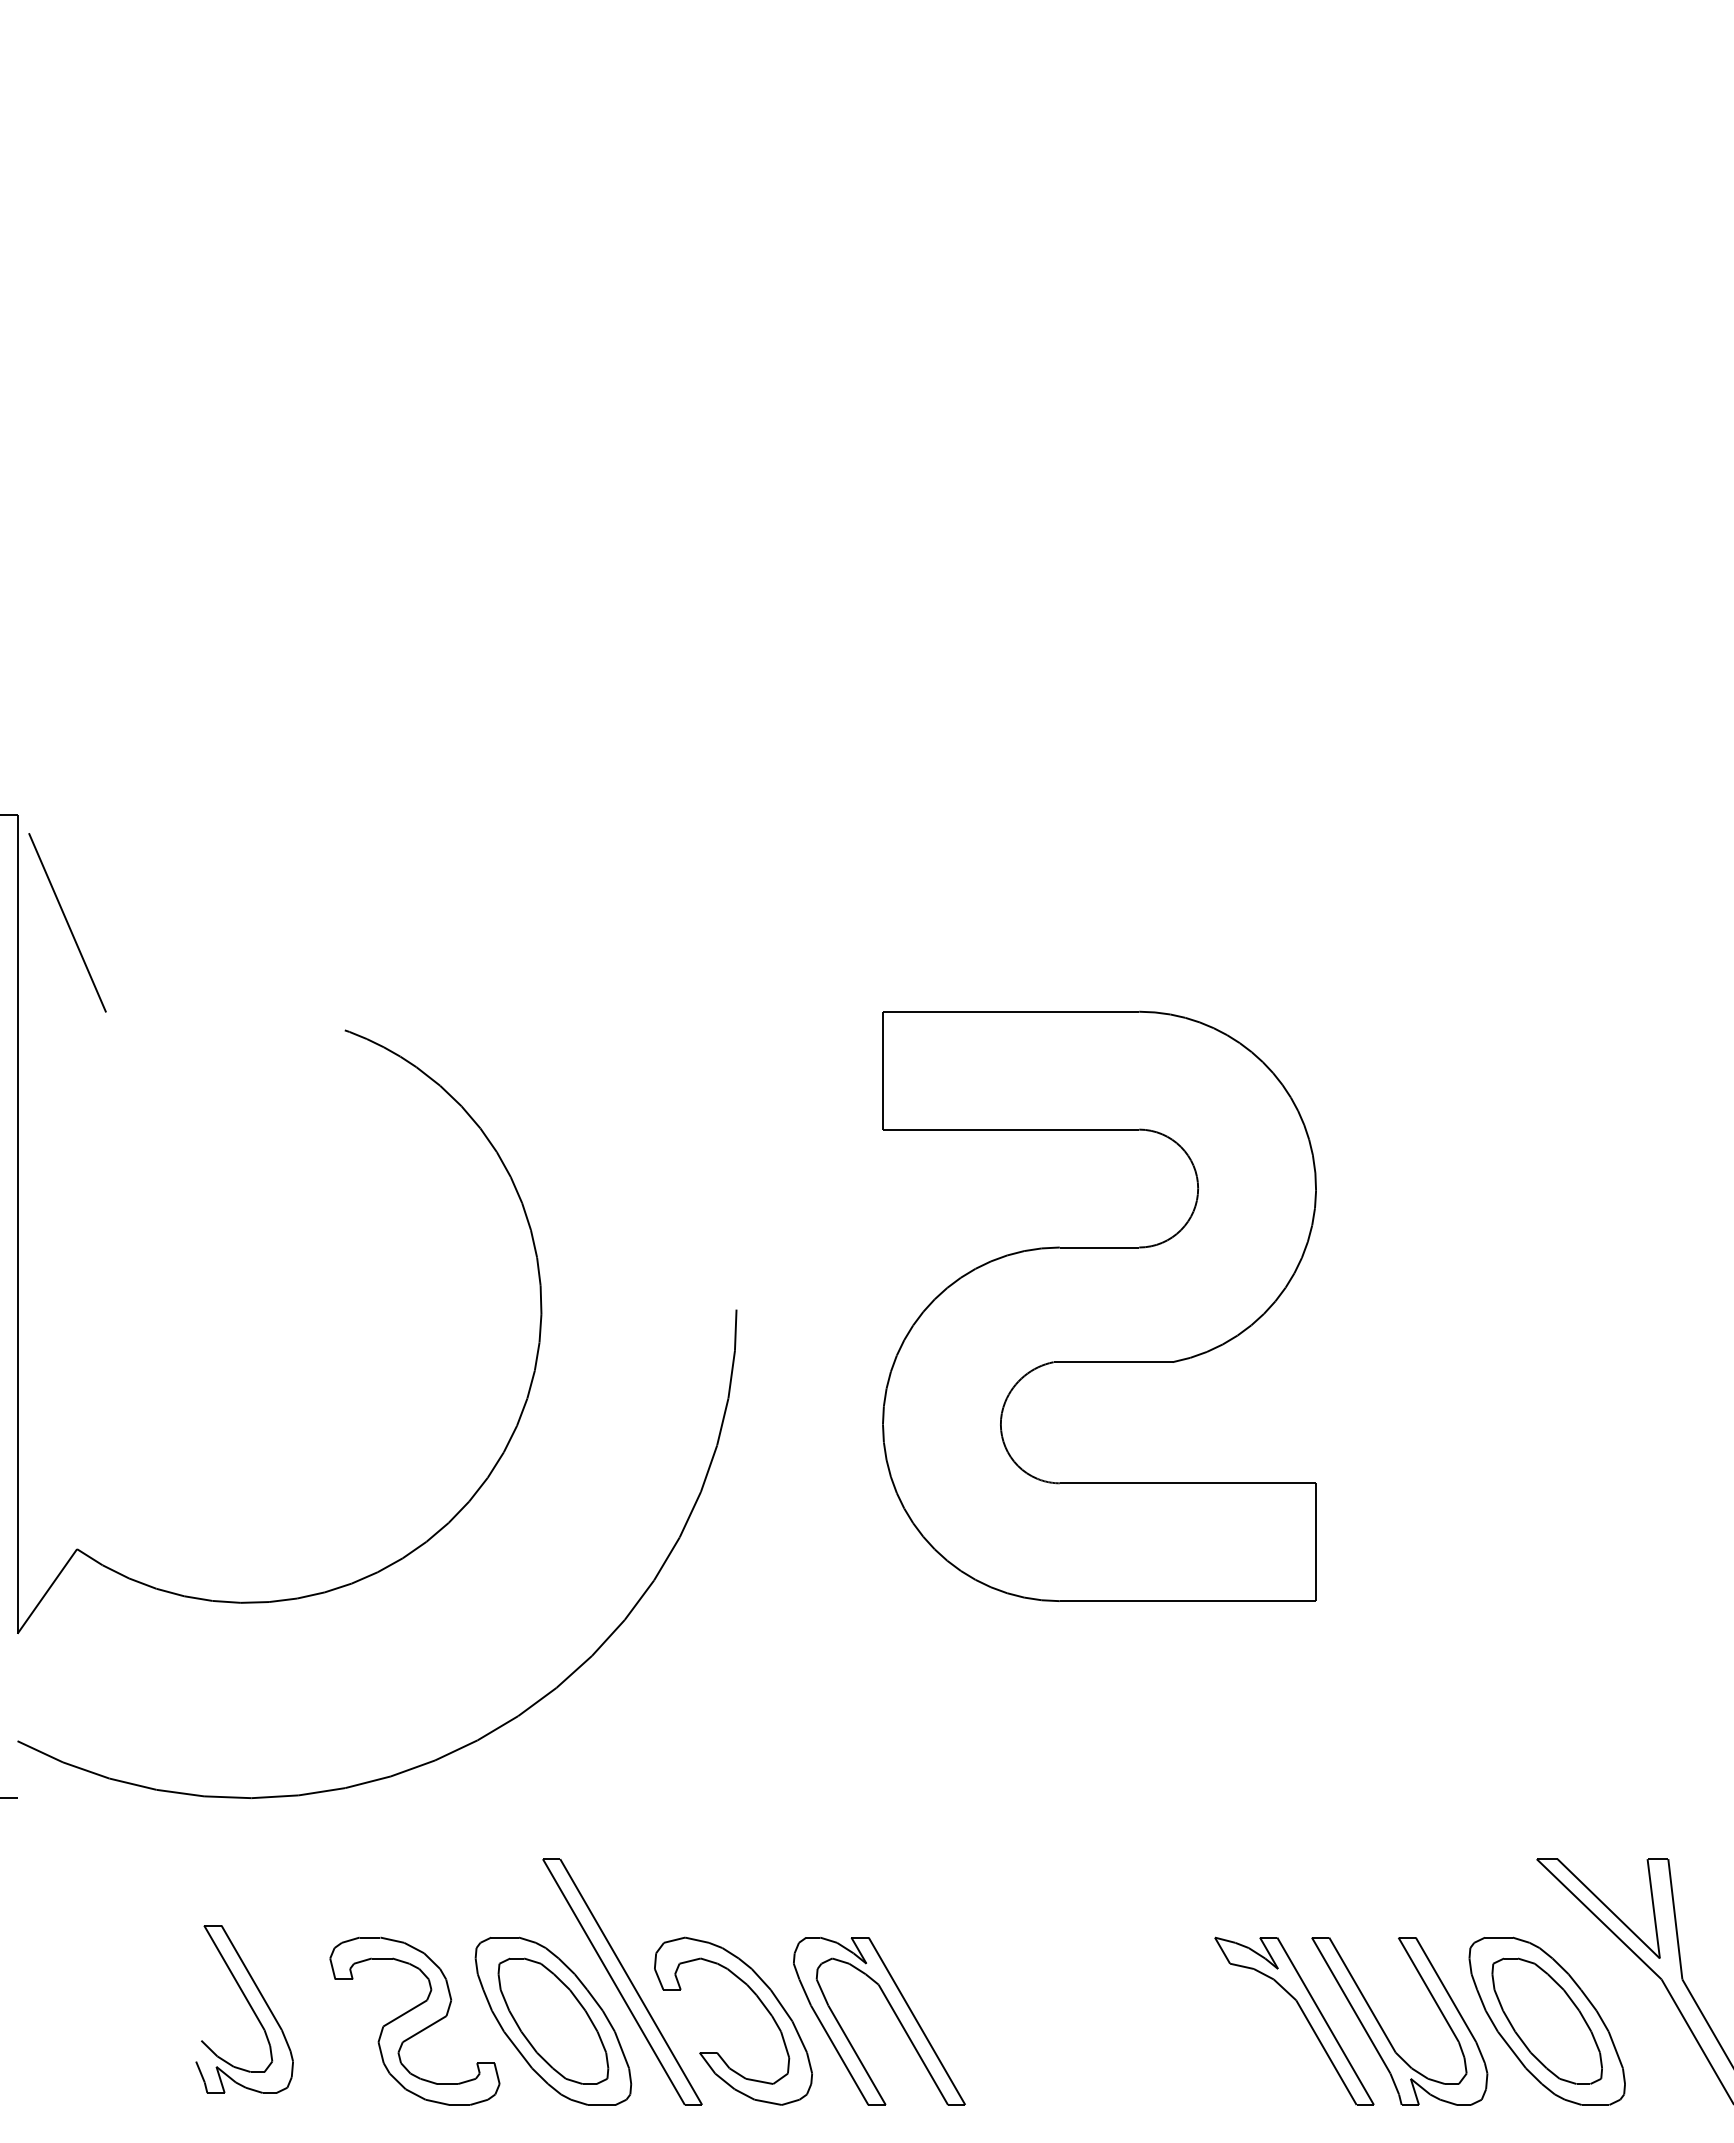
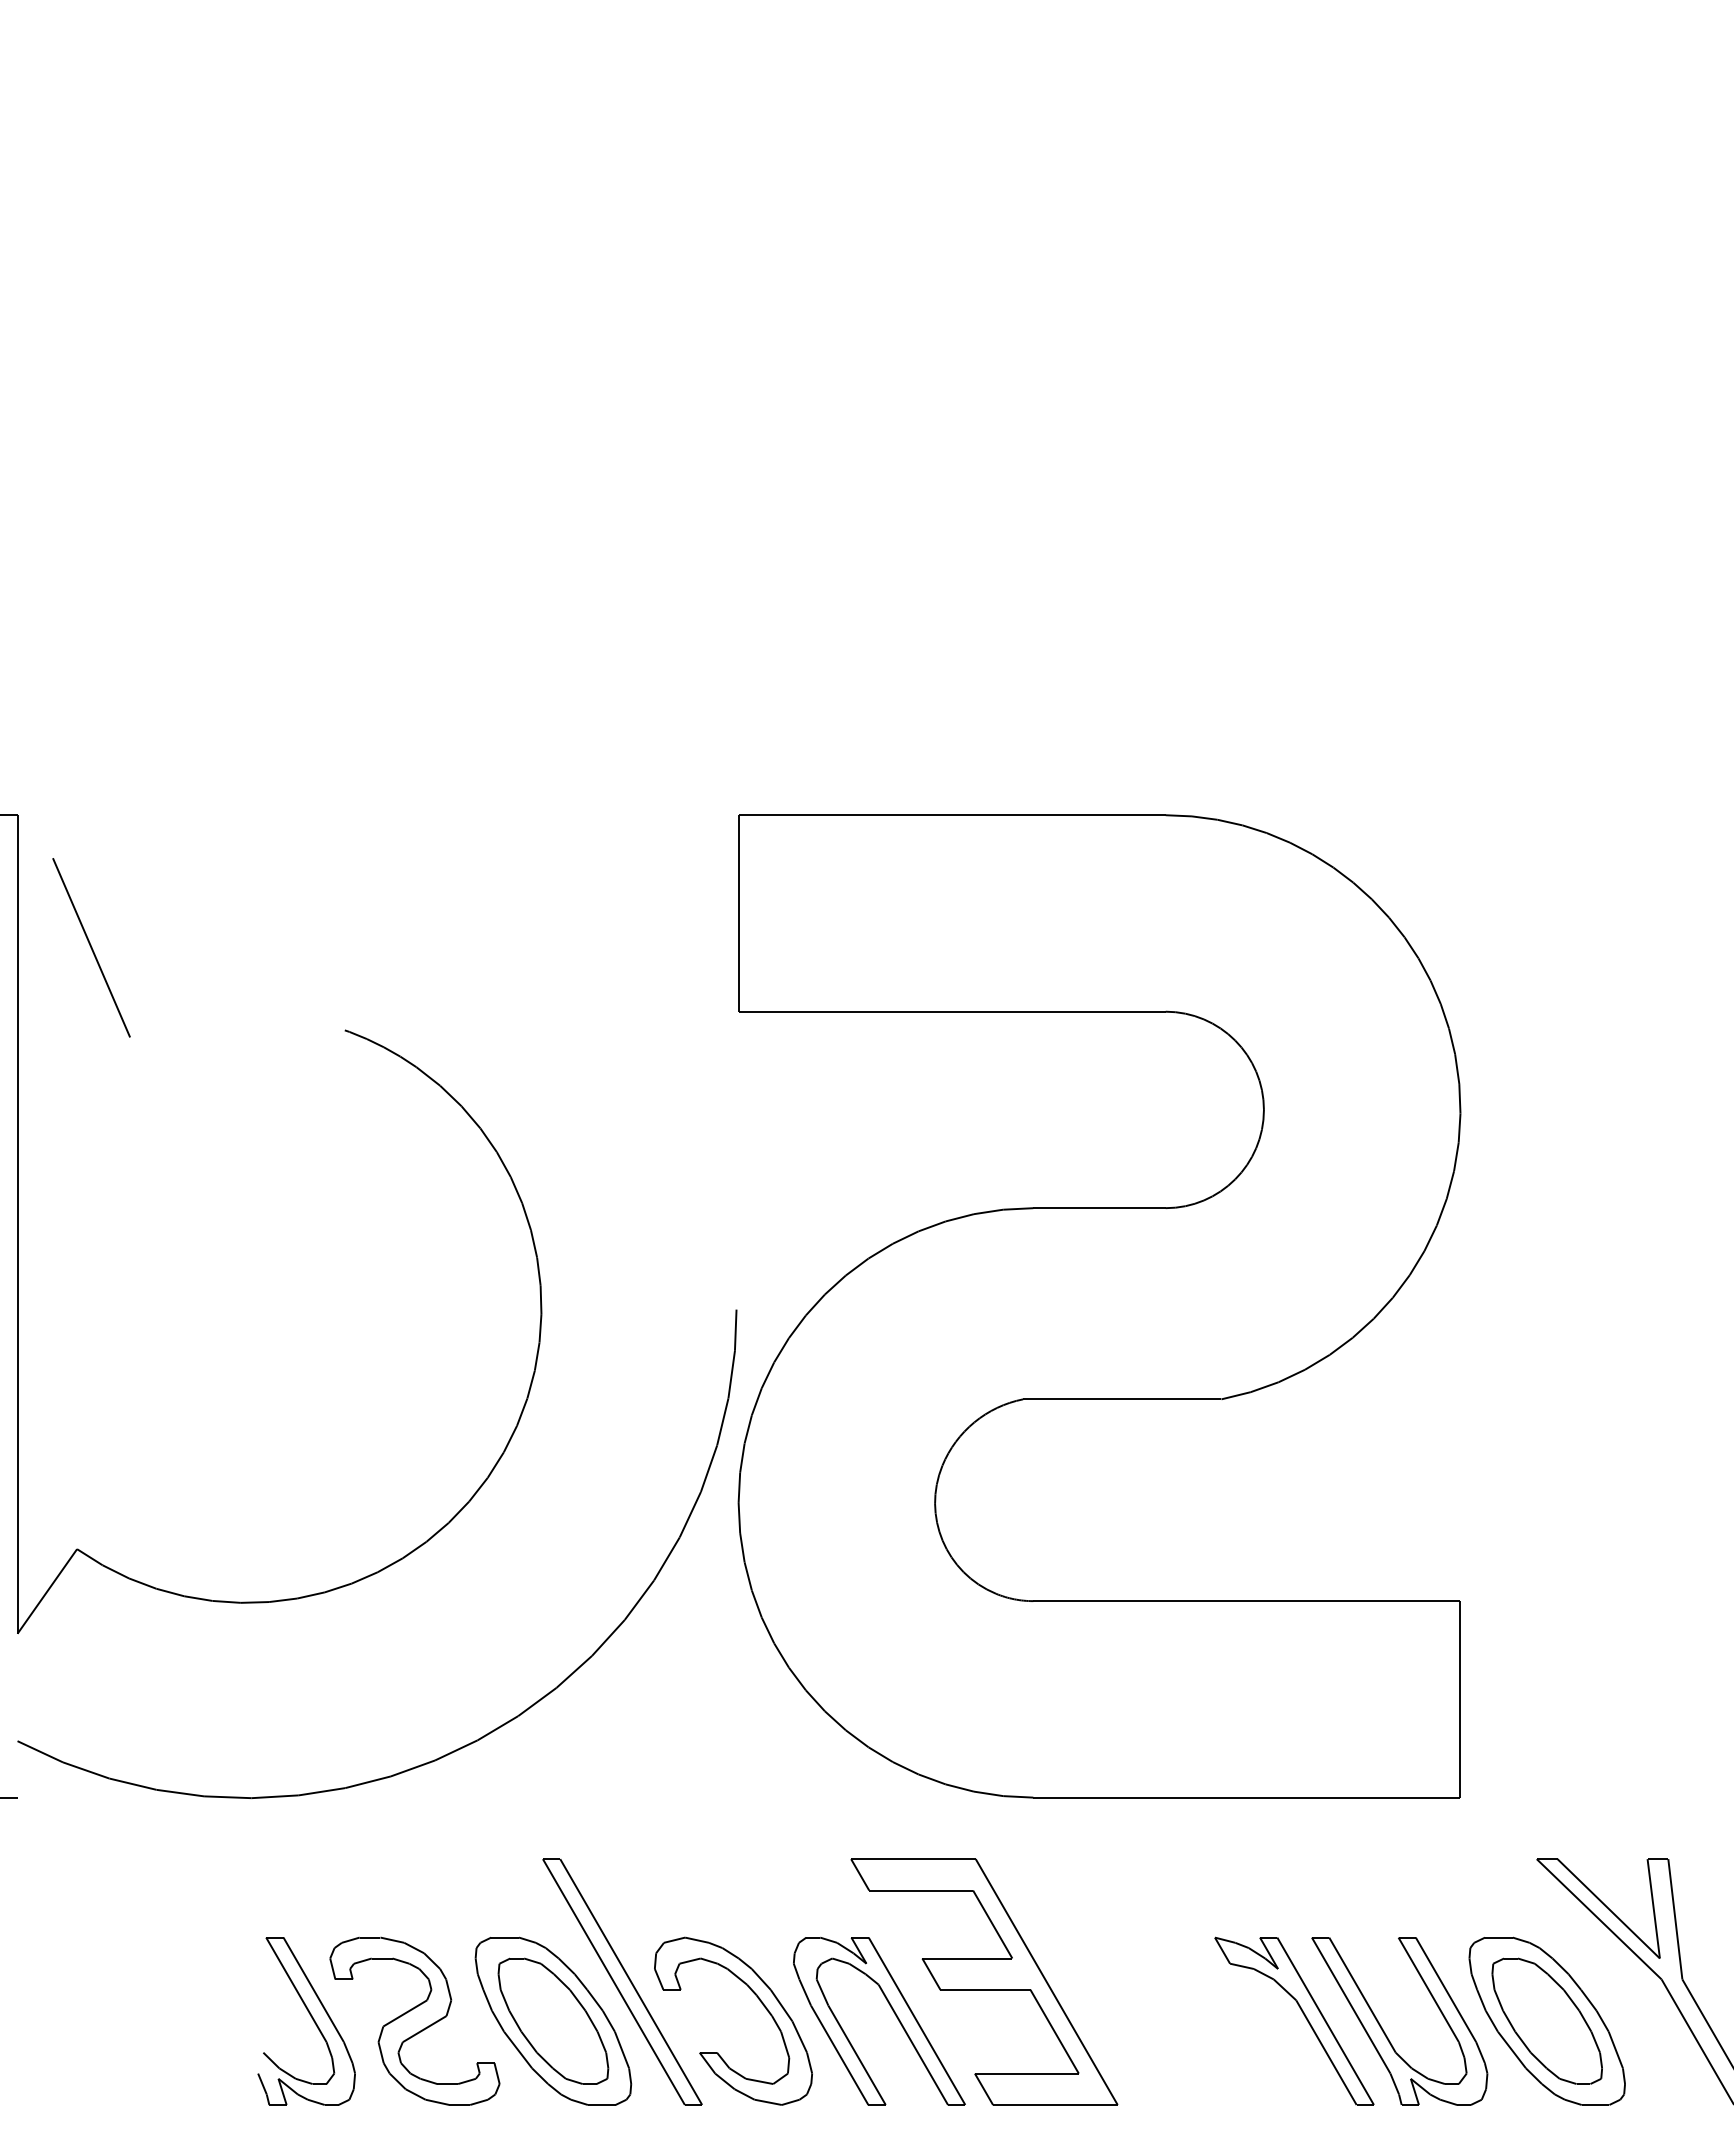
line at (67, 922) position: (67, 922) -> (91, 947)
part at (1099, 1305) size: 435x592 px -> 725x985 px
part at (984, 1981): none -> present
part at (244, 2009) position: (244, 2009) -> (306, 2021)
